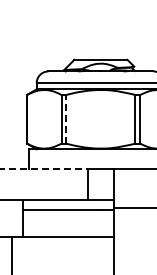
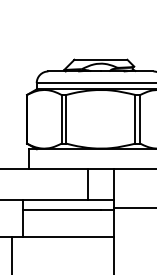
line at (66, 118): dashed -> solid
line at (44, 168): dashed -> solid
